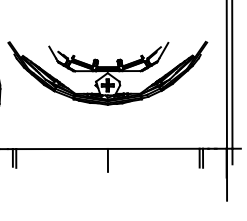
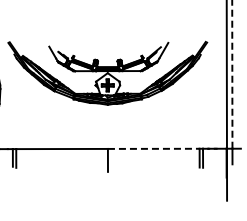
line at (232, 74): solid -> dashed
line at (153, 148): solid -> dashed
